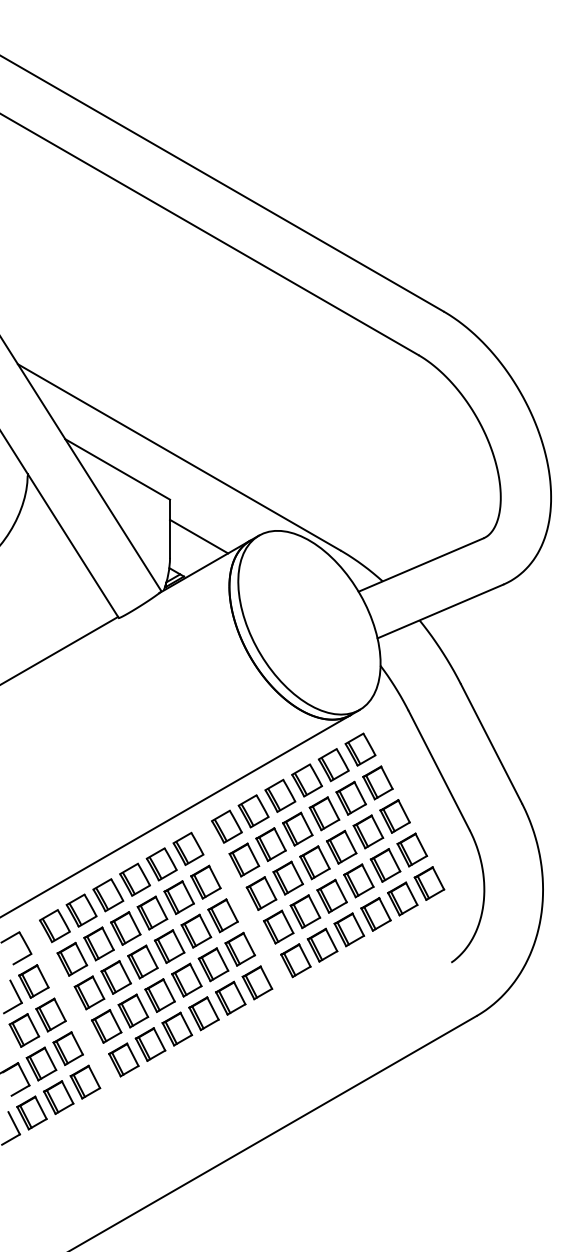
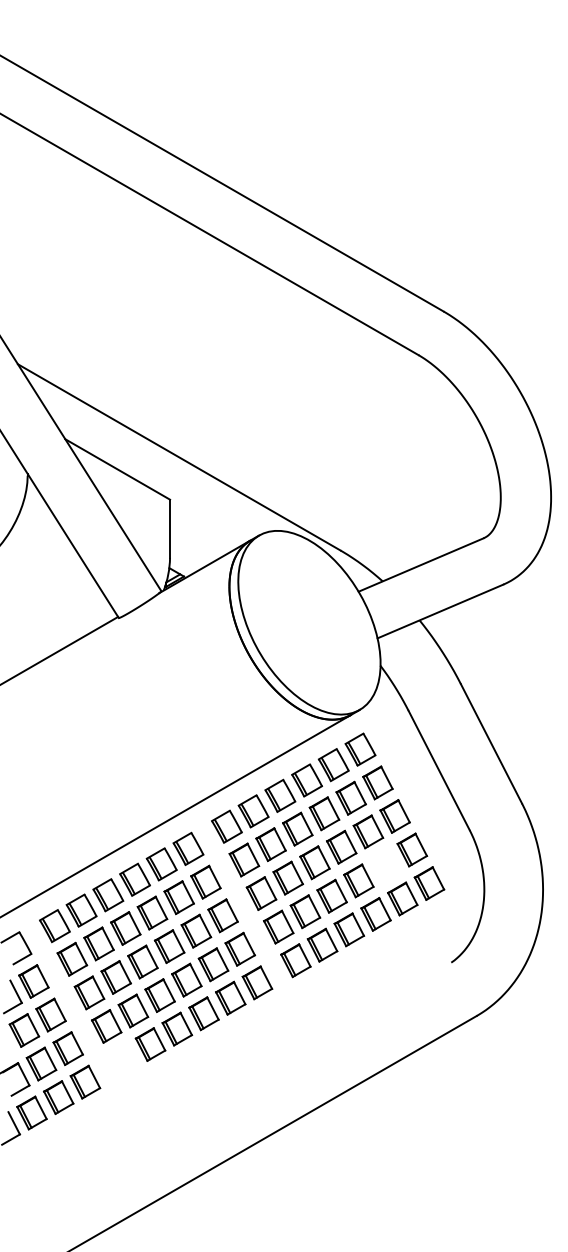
line at (199, 536): present -> none
part at (385, 865): present -> none
part at (123, 1059): present -> none
